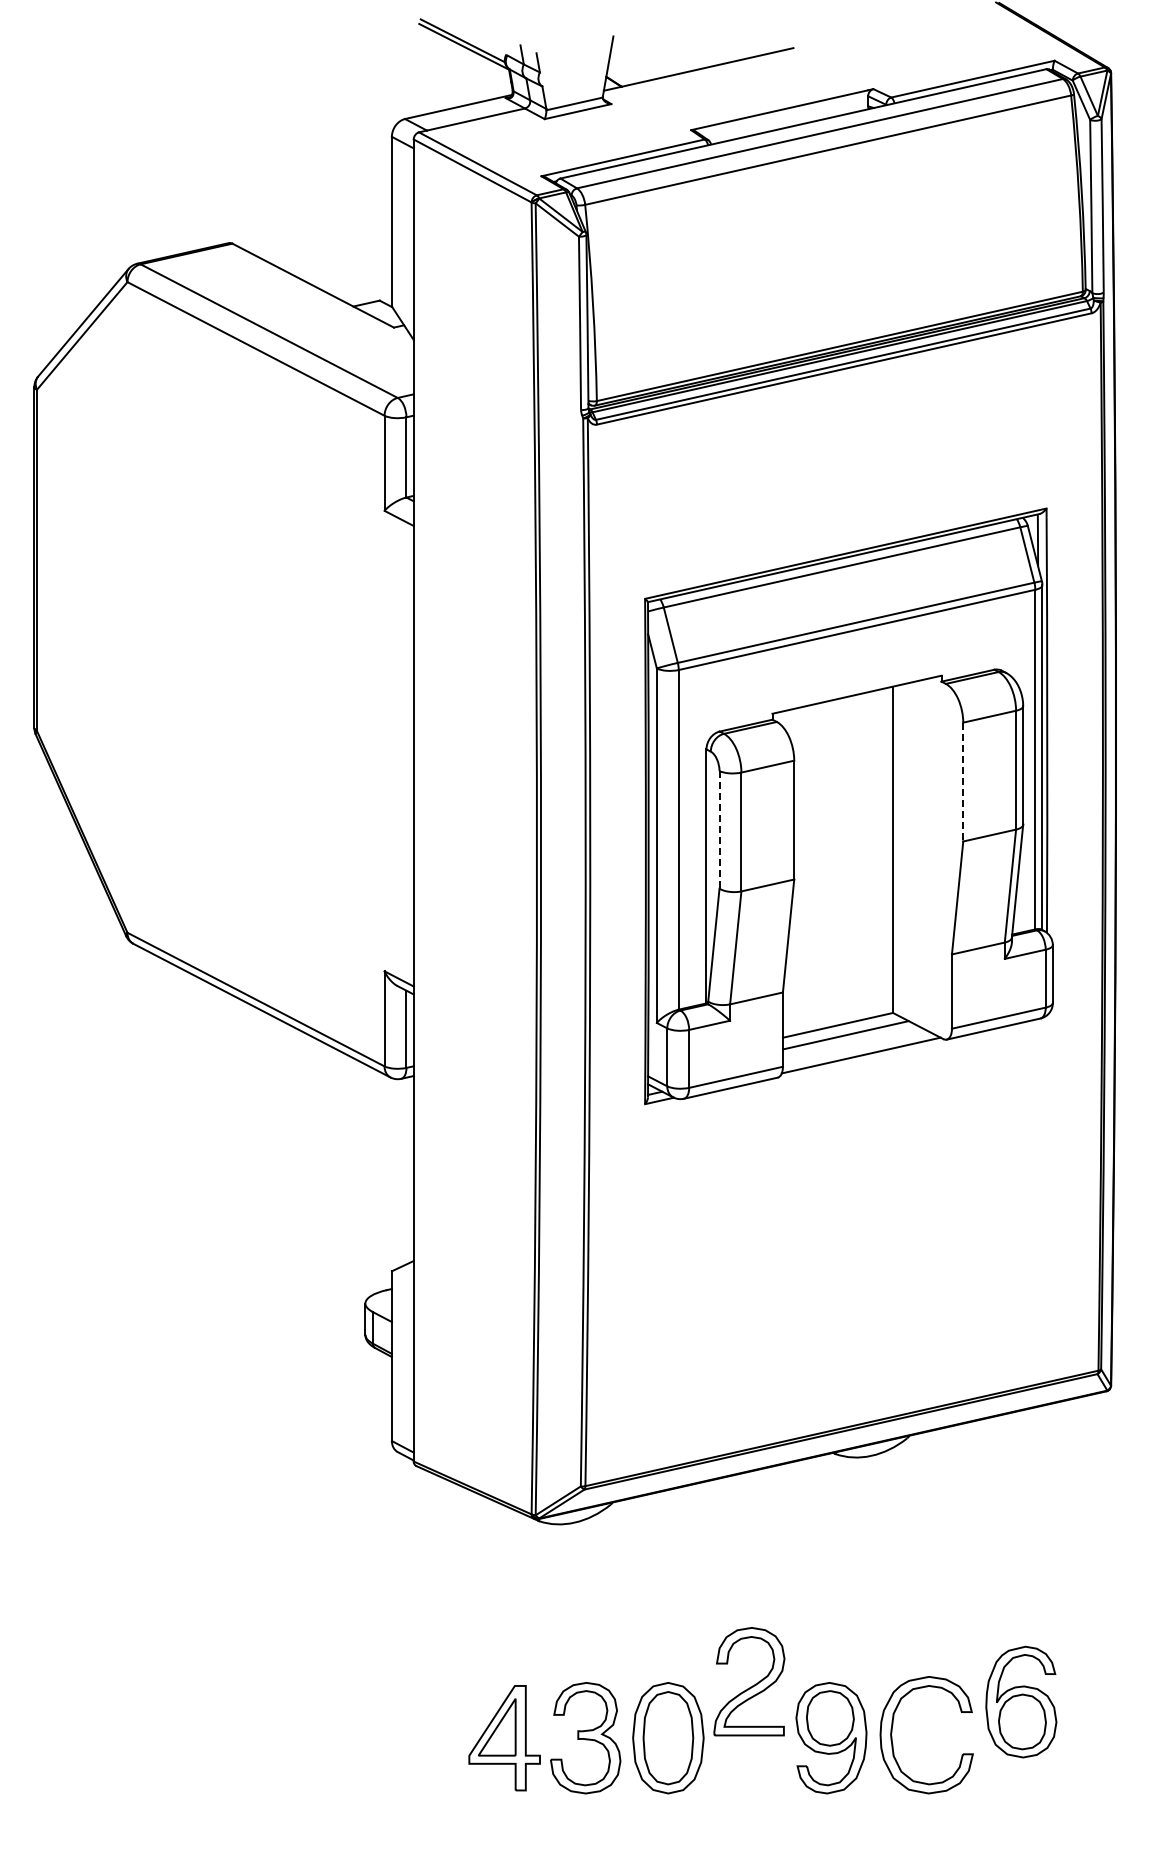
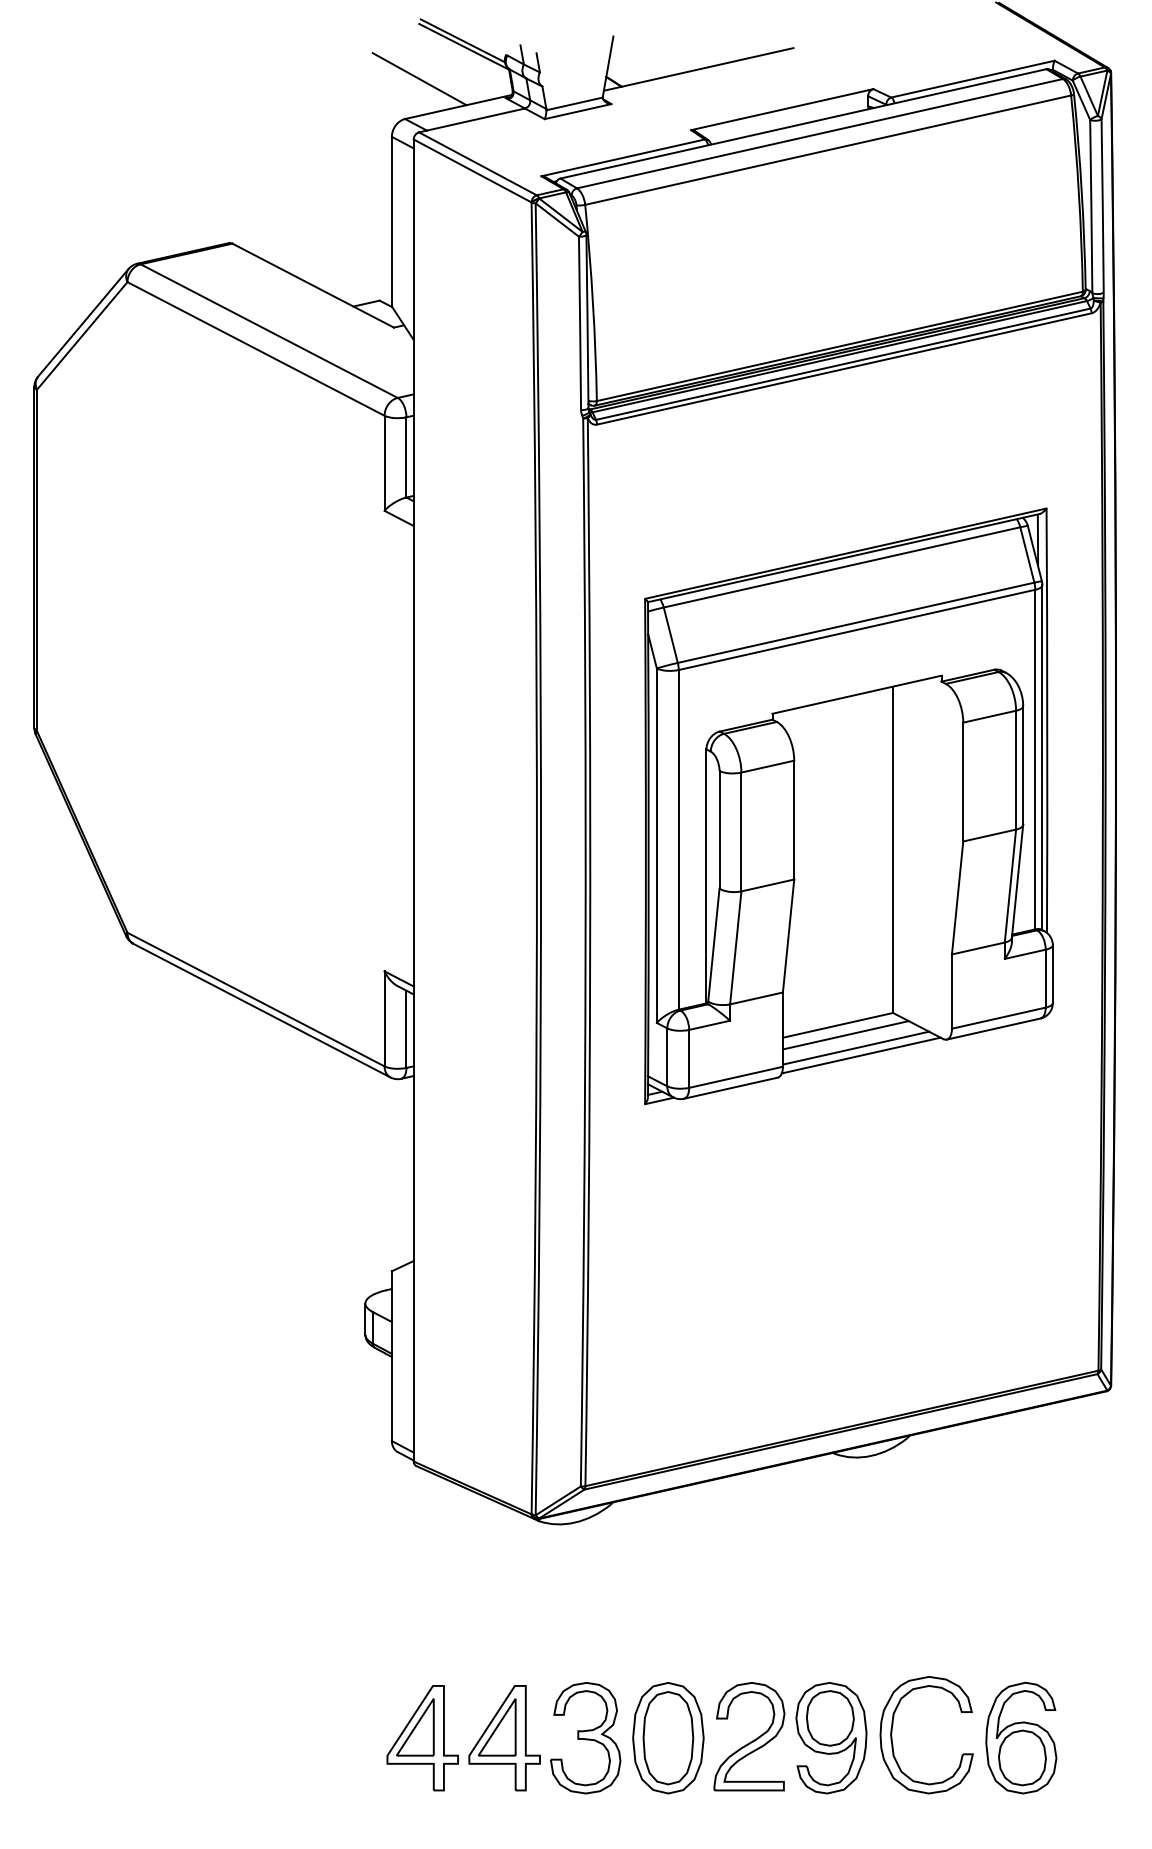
line at (419, 79): none -> present
line at (963, 782): dashed -> solid
line at (719, 829): dashed -> solid
line at (855, 1047): none -> present
part at (749, 1681) position: (749, 1681) -> (749, 1736)
part at (1021, 1701) position: (1021, 1701) -> (1021, 1737)
part at (422, 1738): none -> present
